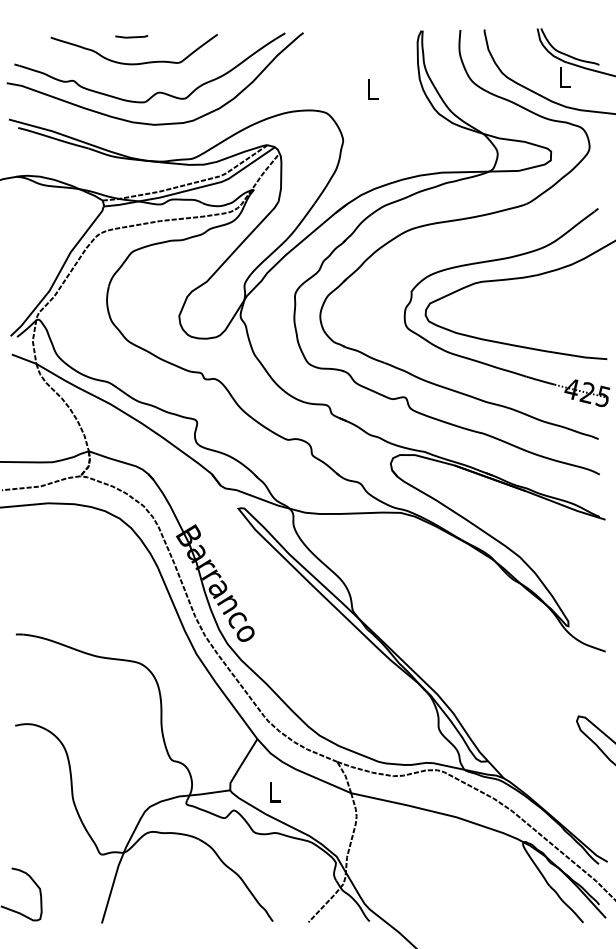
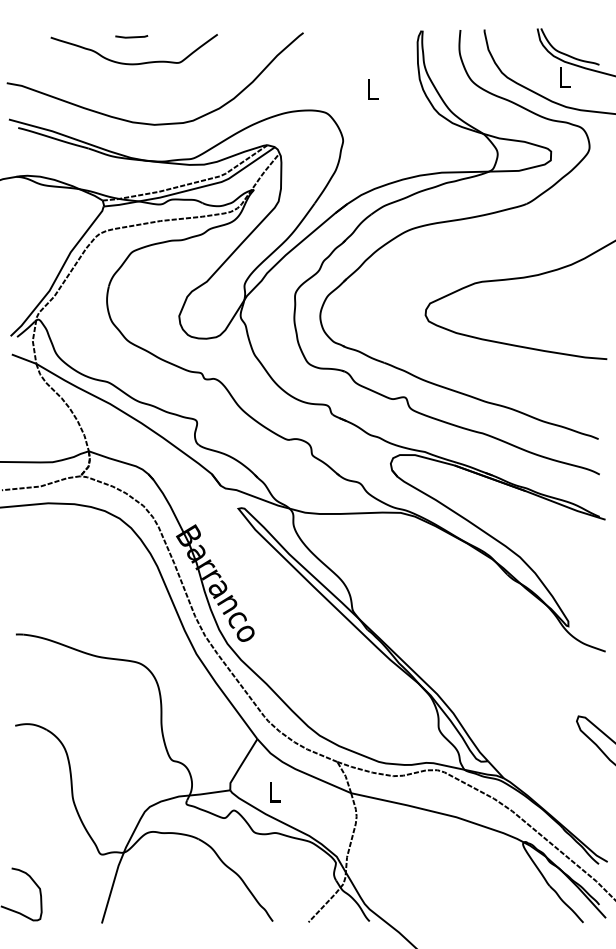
part at (158, 91): present -> none
part at (501, 260): present -> none
